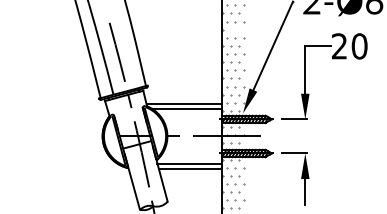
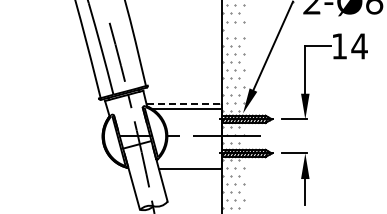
text at (349, 46): 20 -> 14
line at (184, 103): solid -> dashed
line at (189, 163): present -> none
